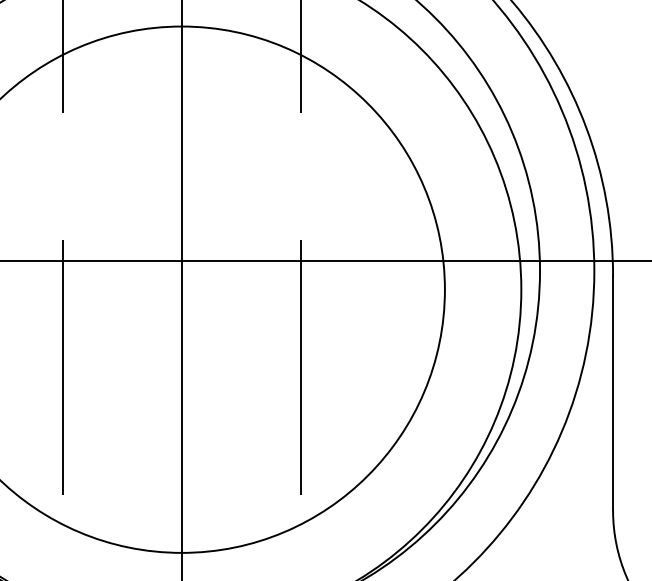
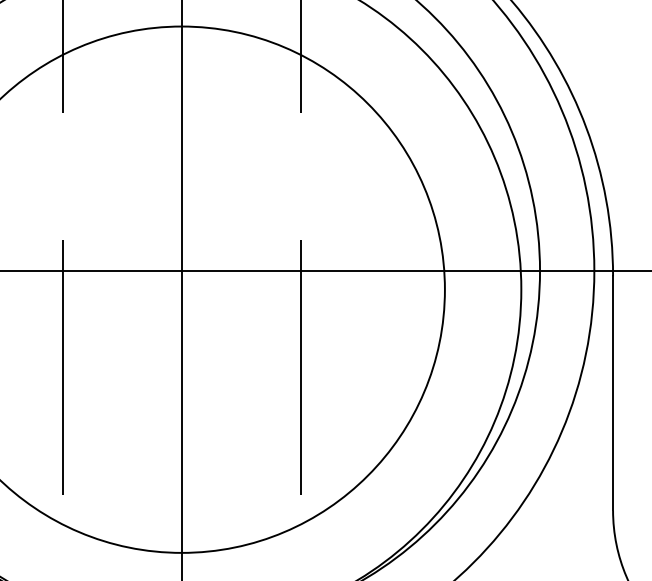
line at (325, 261) position: (325, 261) -> (325, 271)
